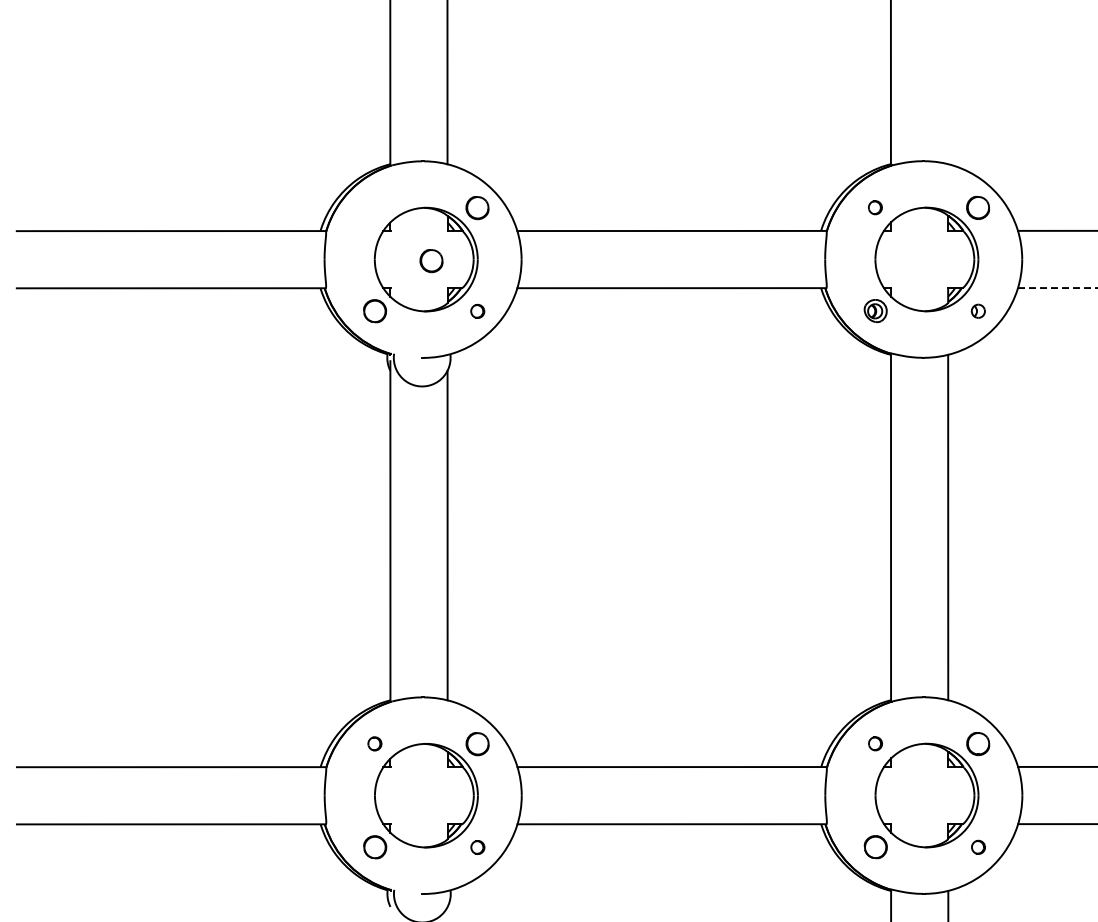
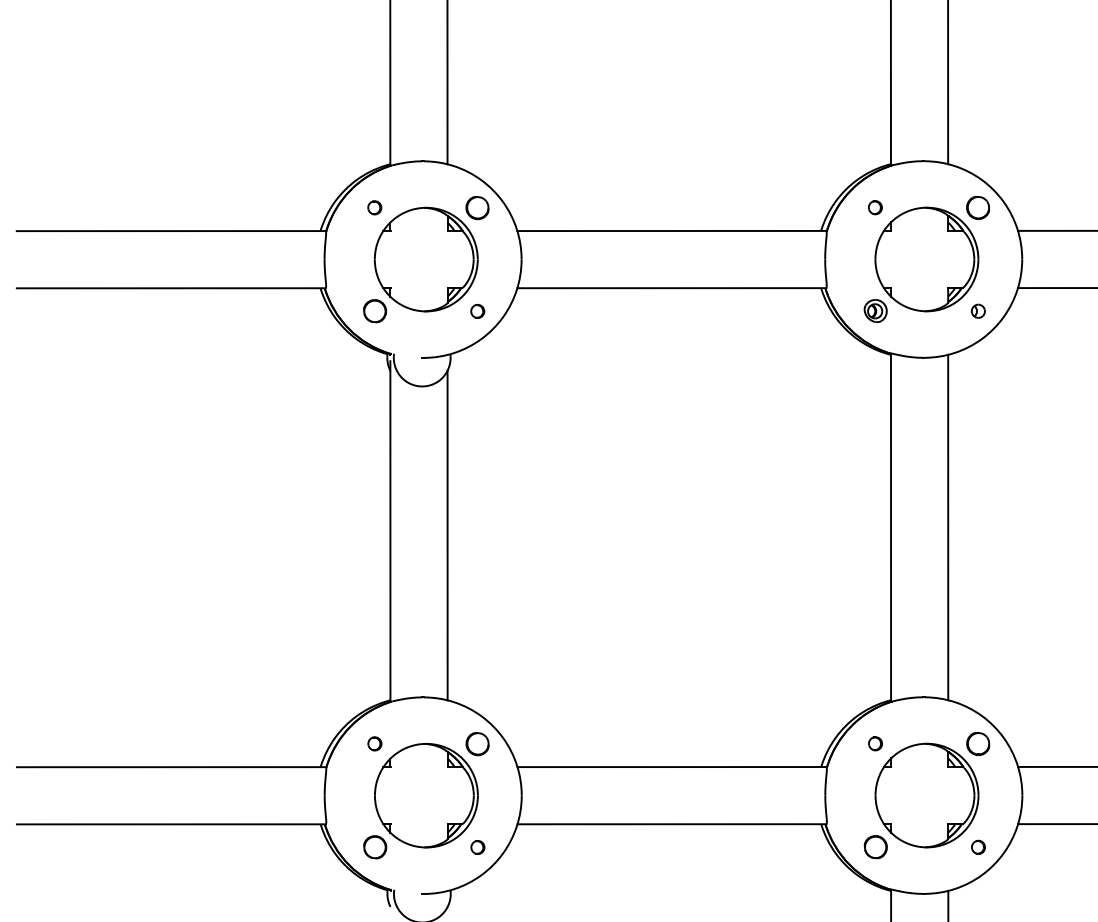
line at (948, 83): none -> present
part at (374, 207): none -> present
part at (431, 261): present -> none
line at (1057, 288): dashed -> solid
